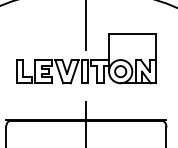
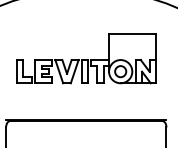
line at (86, 26): present -> none
line at (86, 122): present -> none
